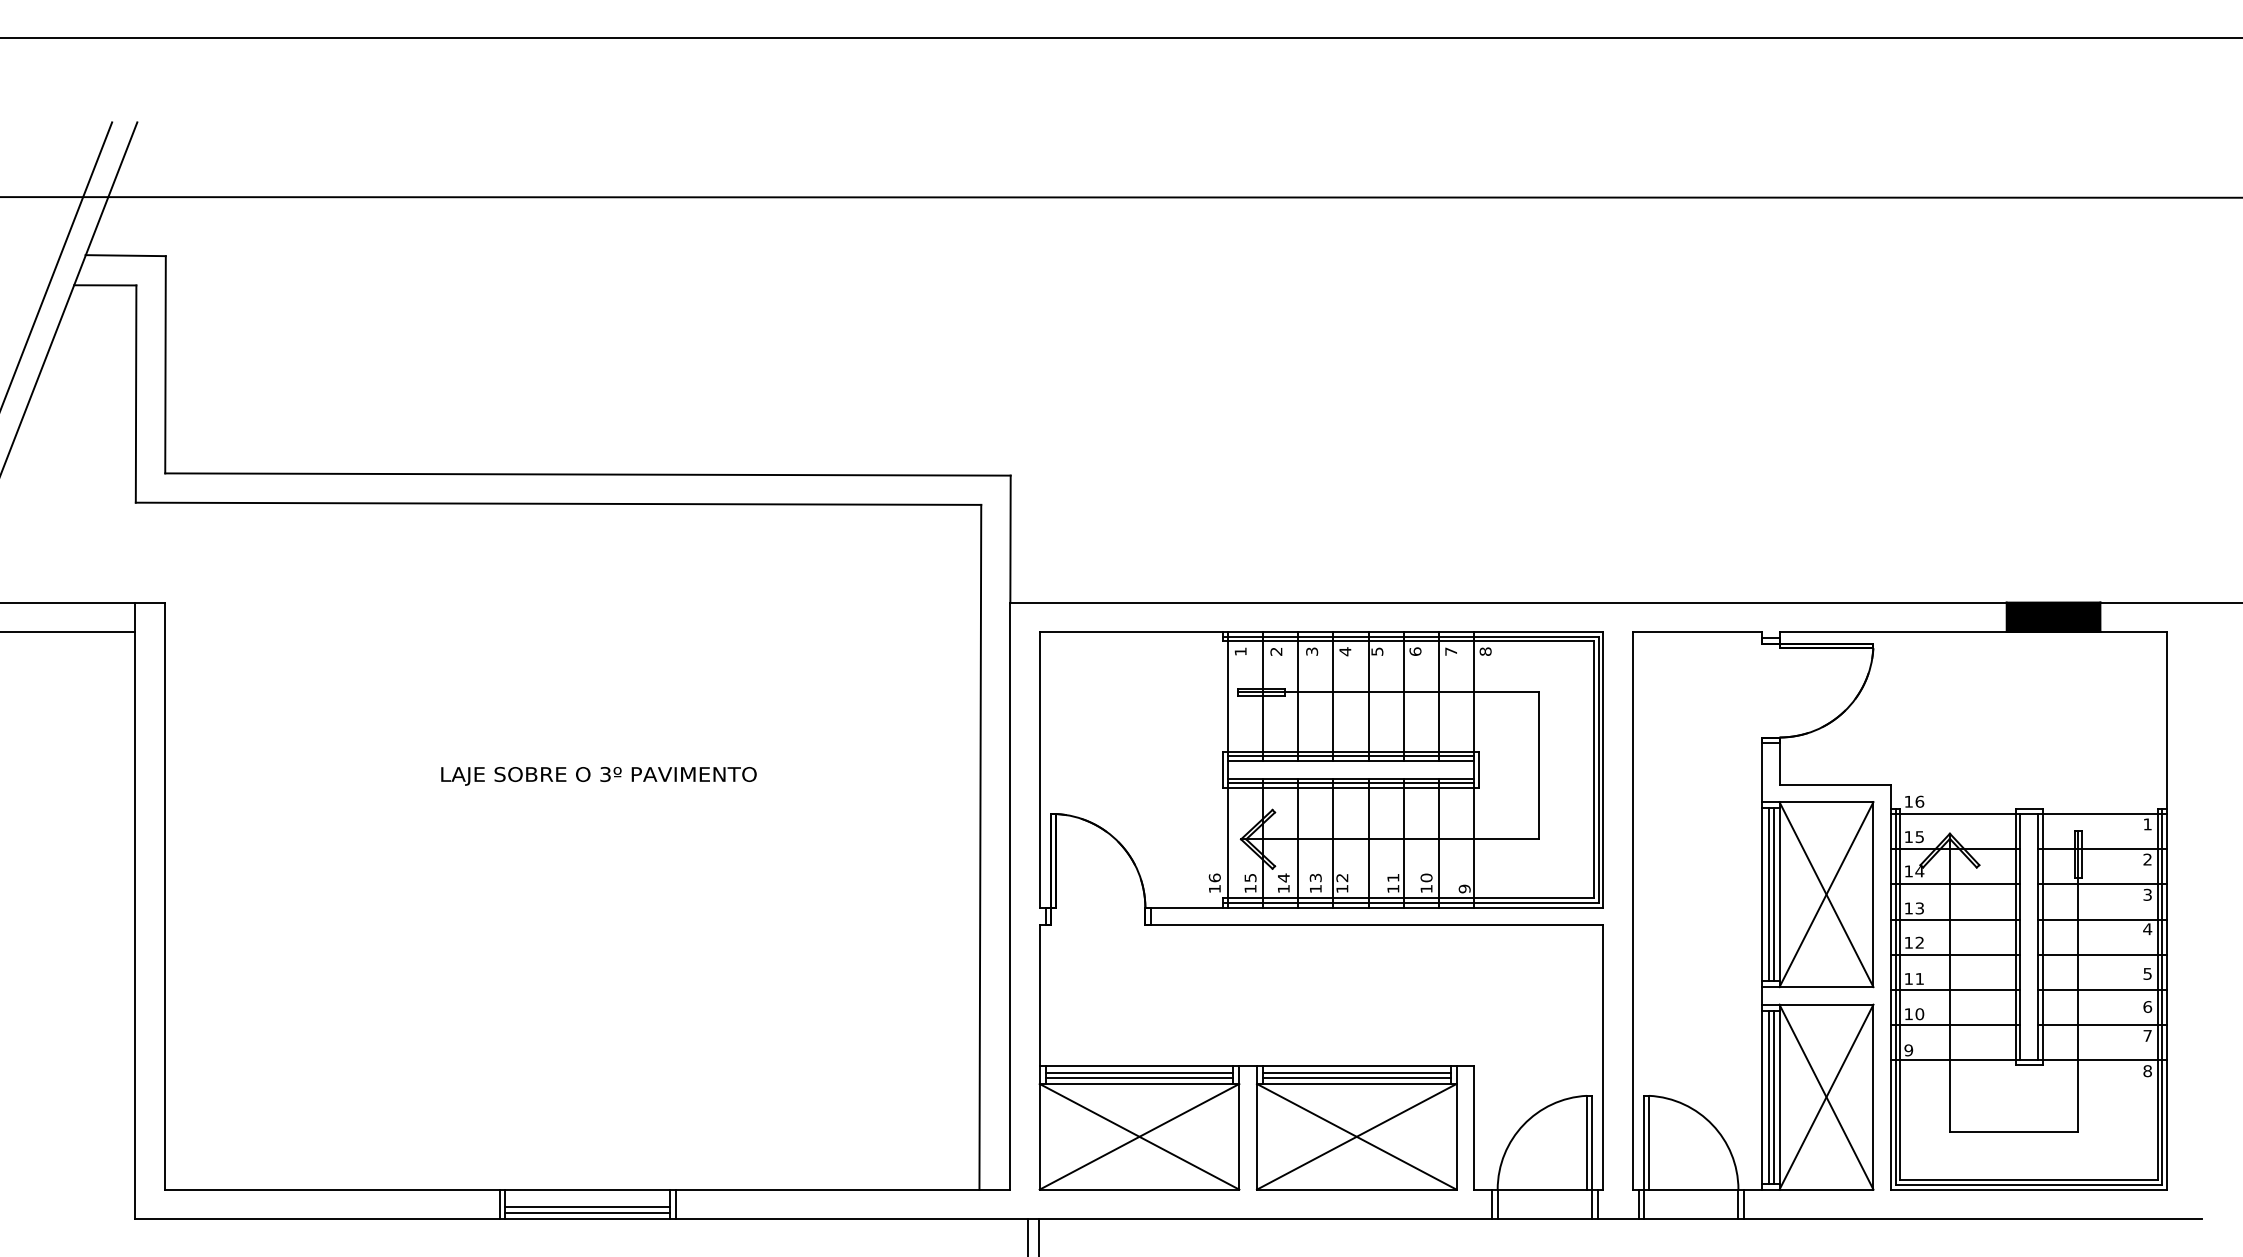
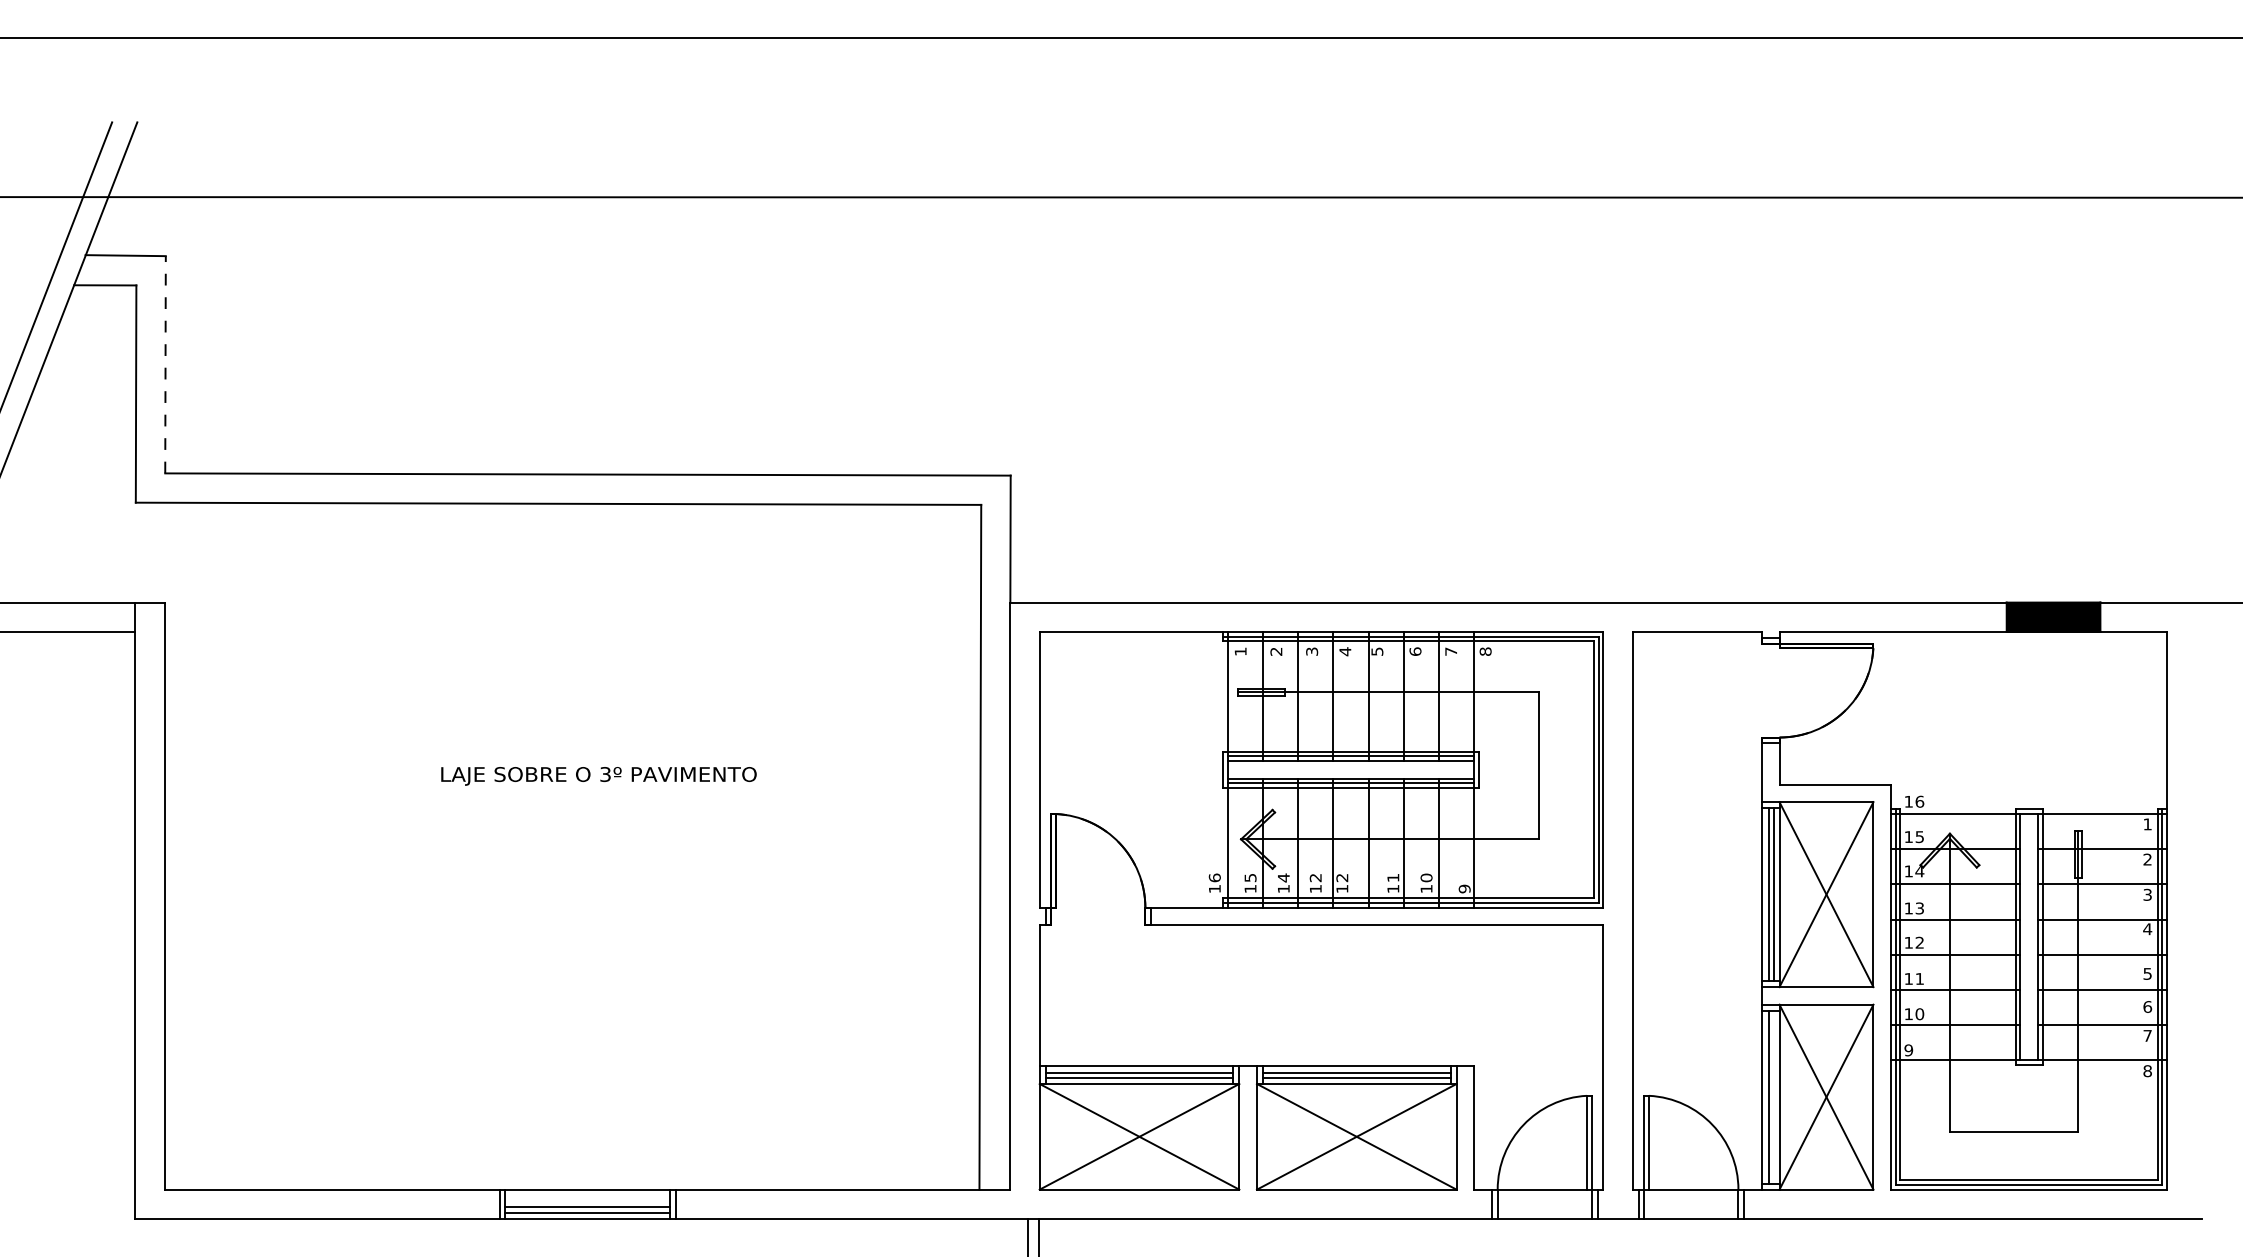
line at (165, 364): solid -> dashed
text at (1315, 877): 13 -> 12
line at (1773, 1096): present -> none
